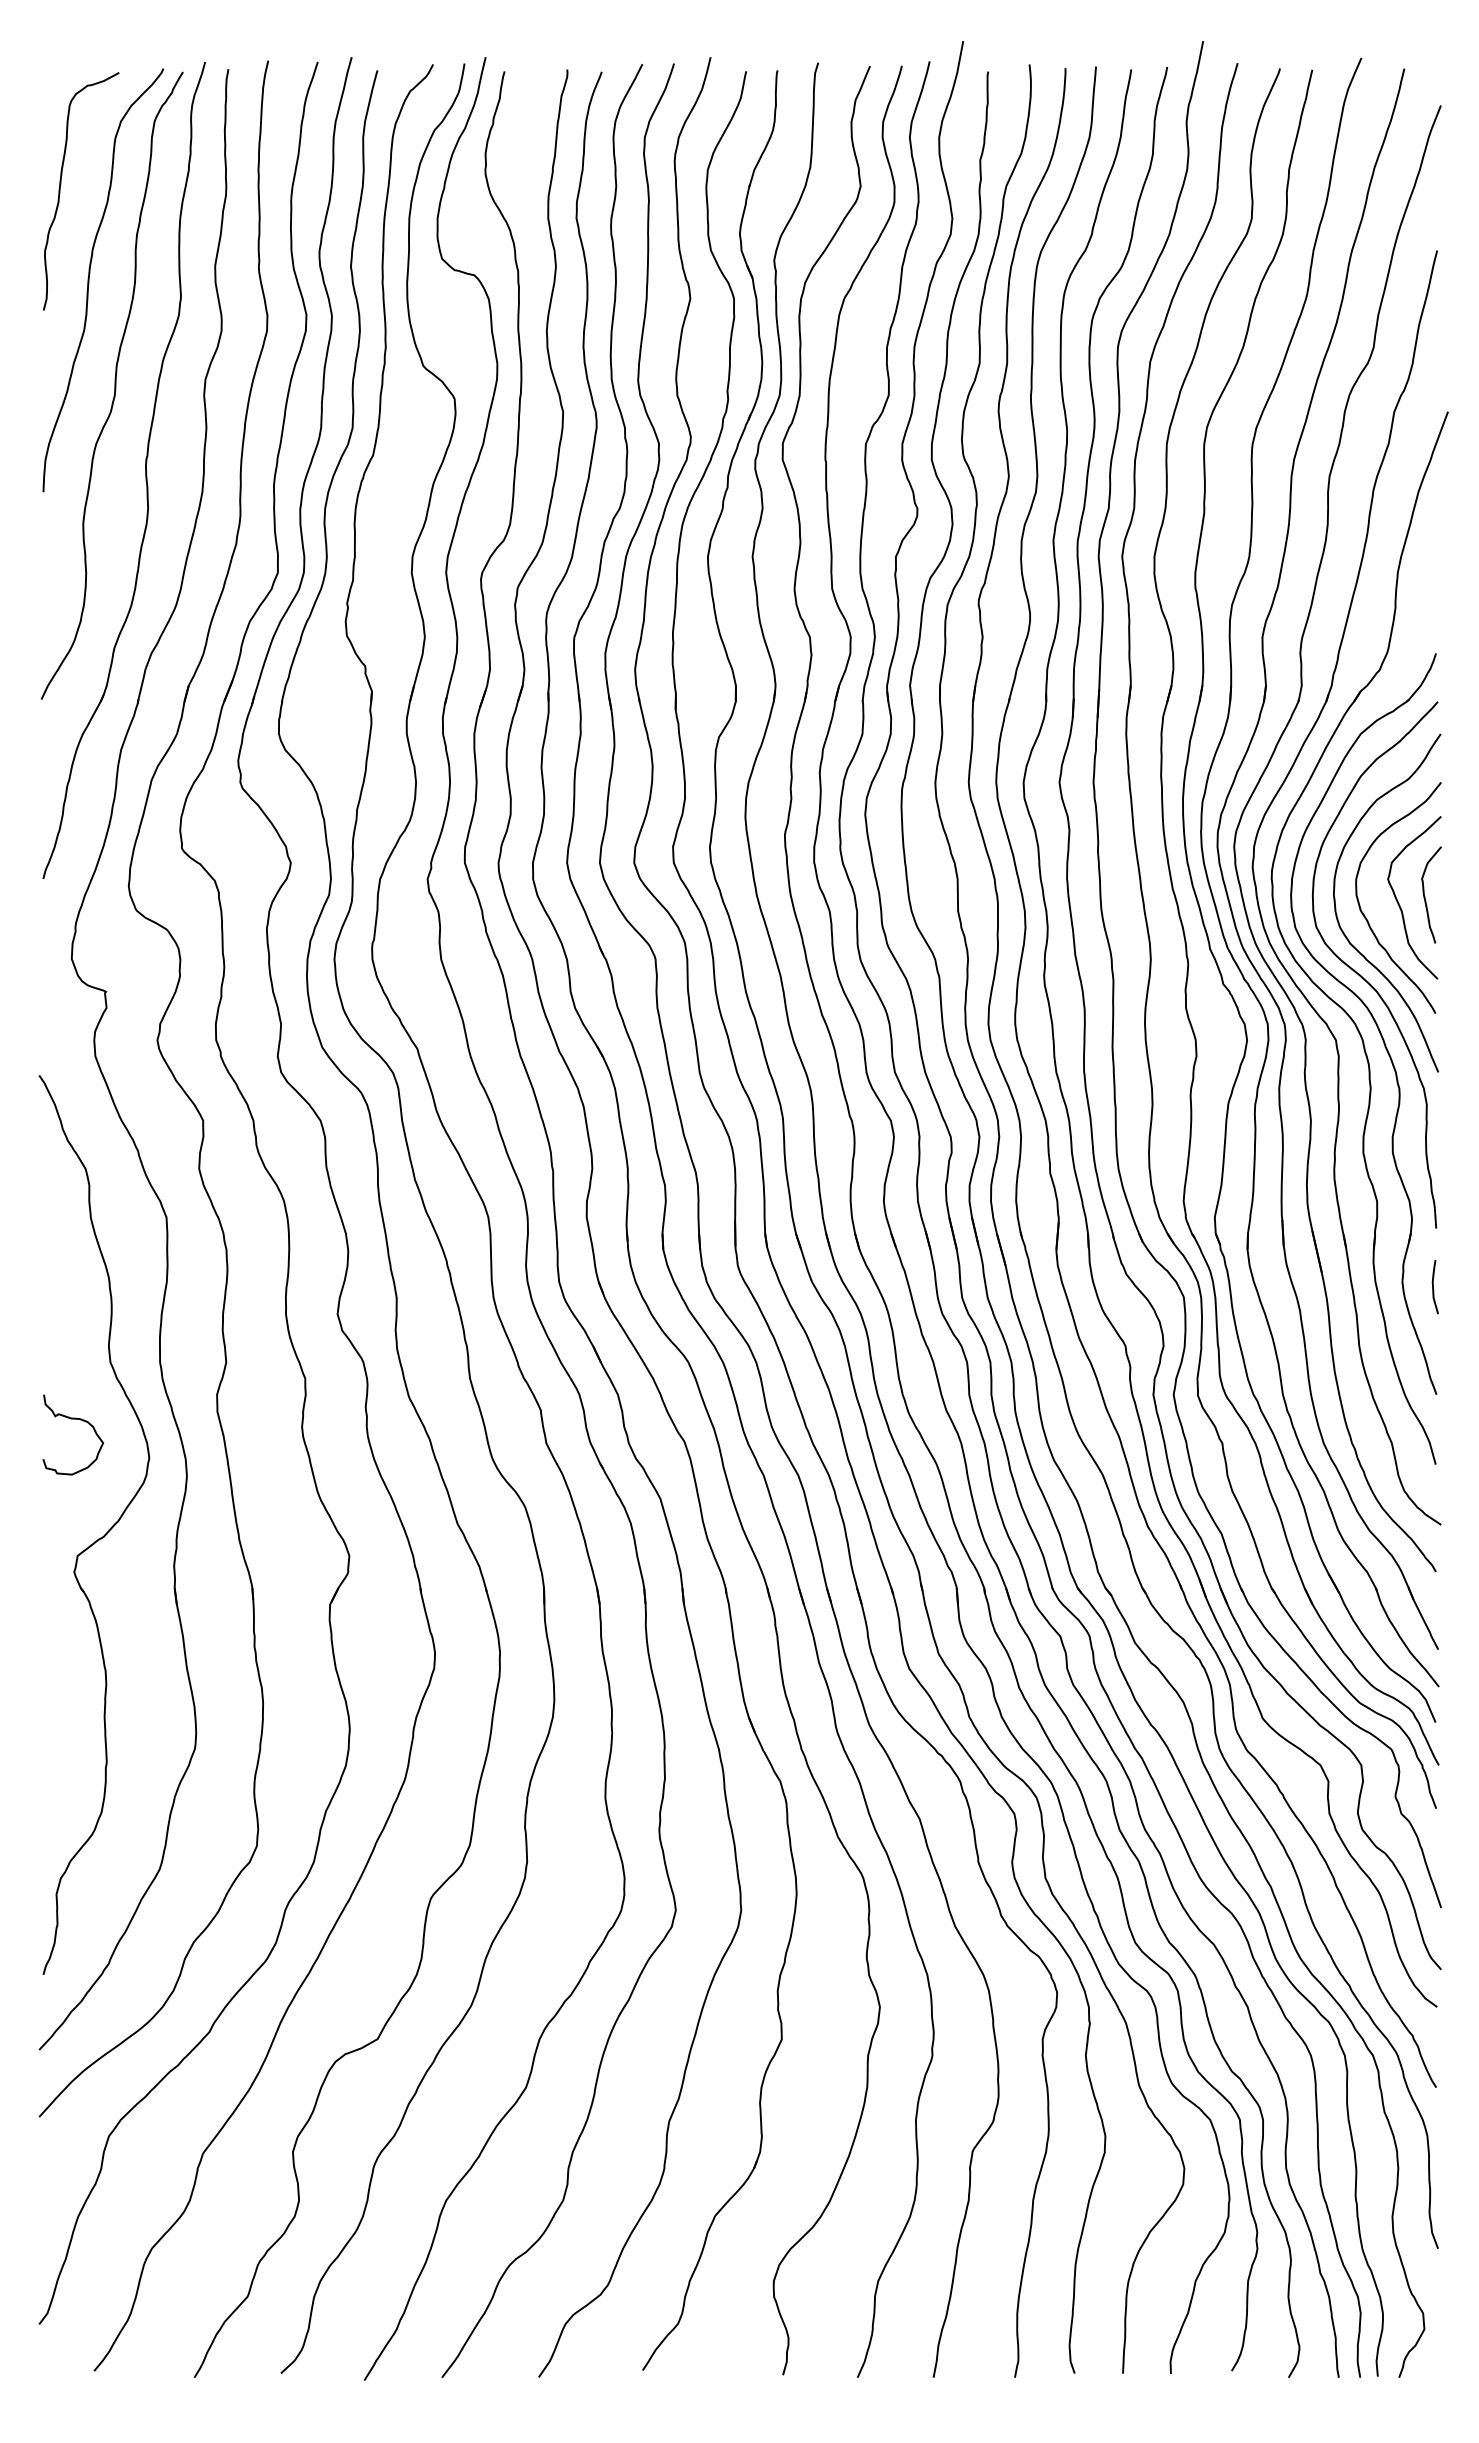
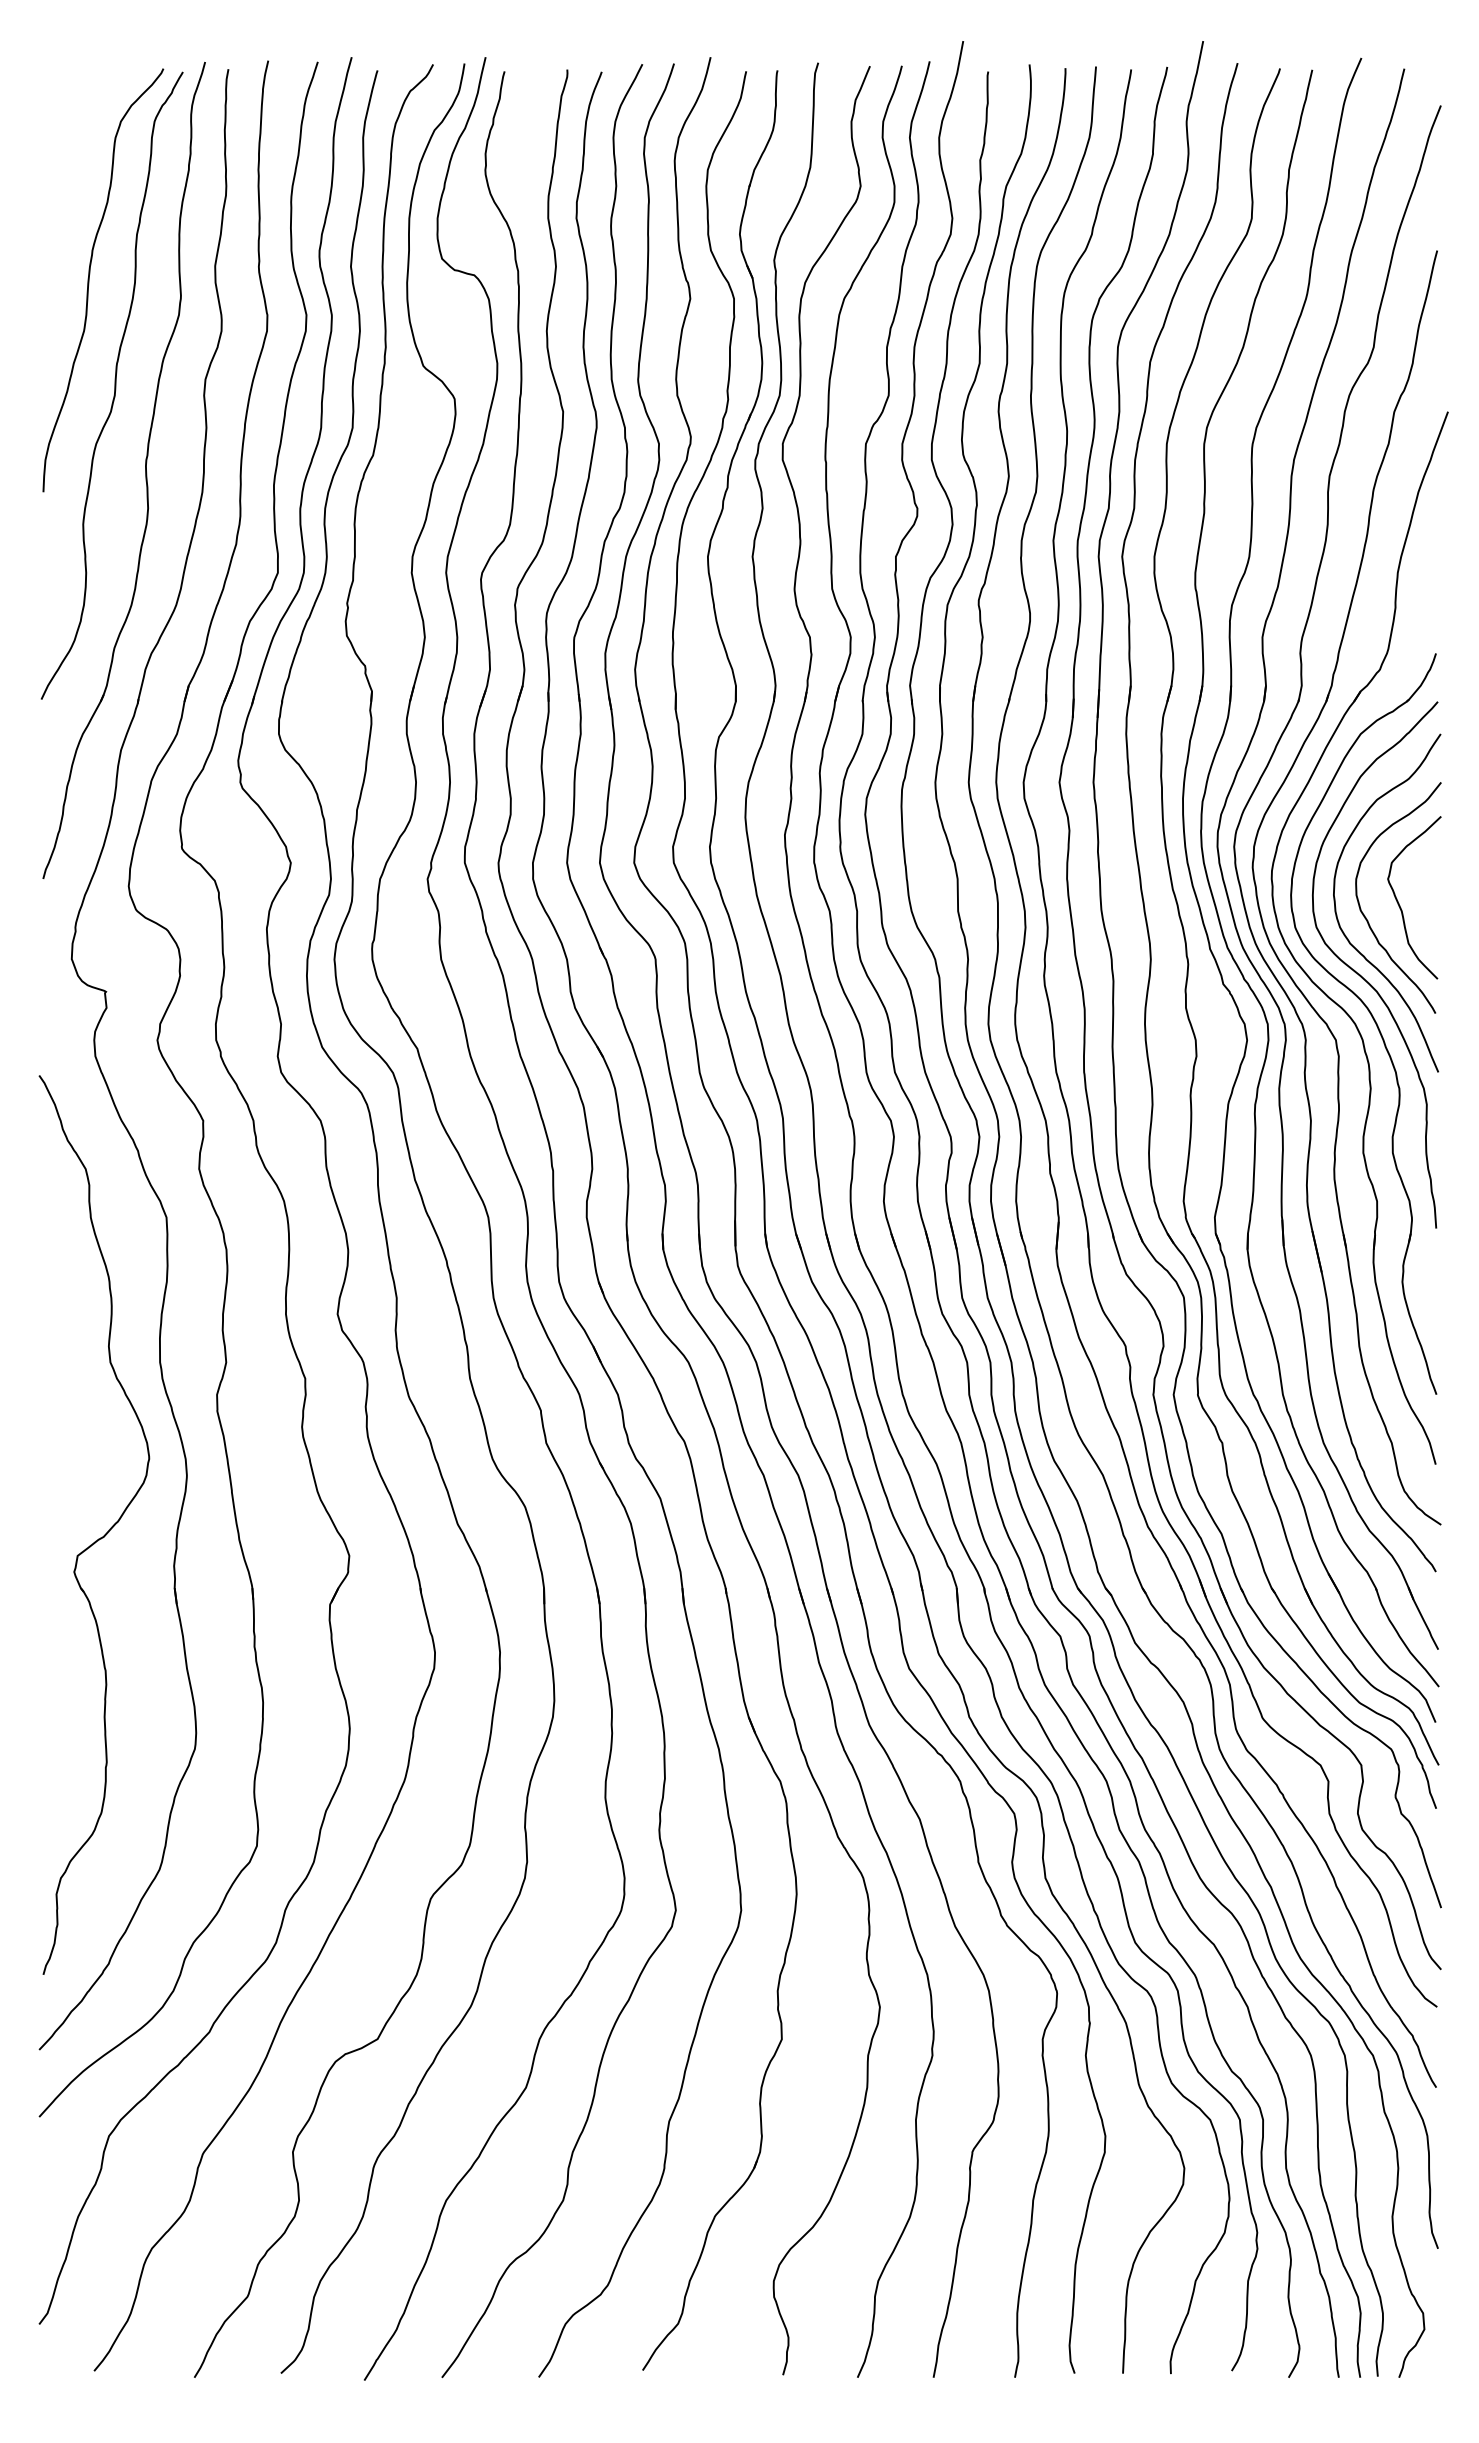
curve at (60, 191): present -> none
curve at (1425, 896): present -> none
curve at (1433, 1287): present -> none
curve at (72, 1419): present -> none
